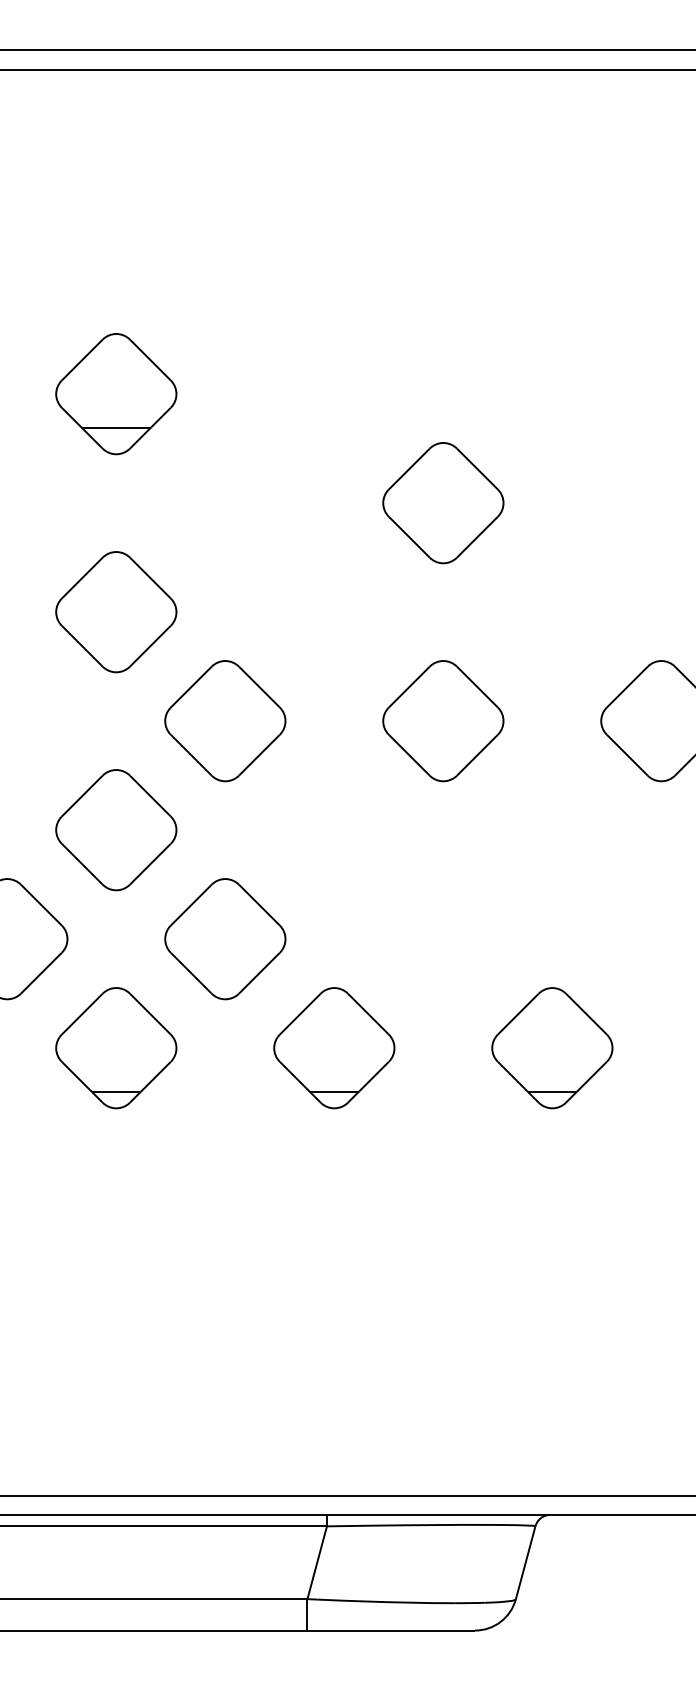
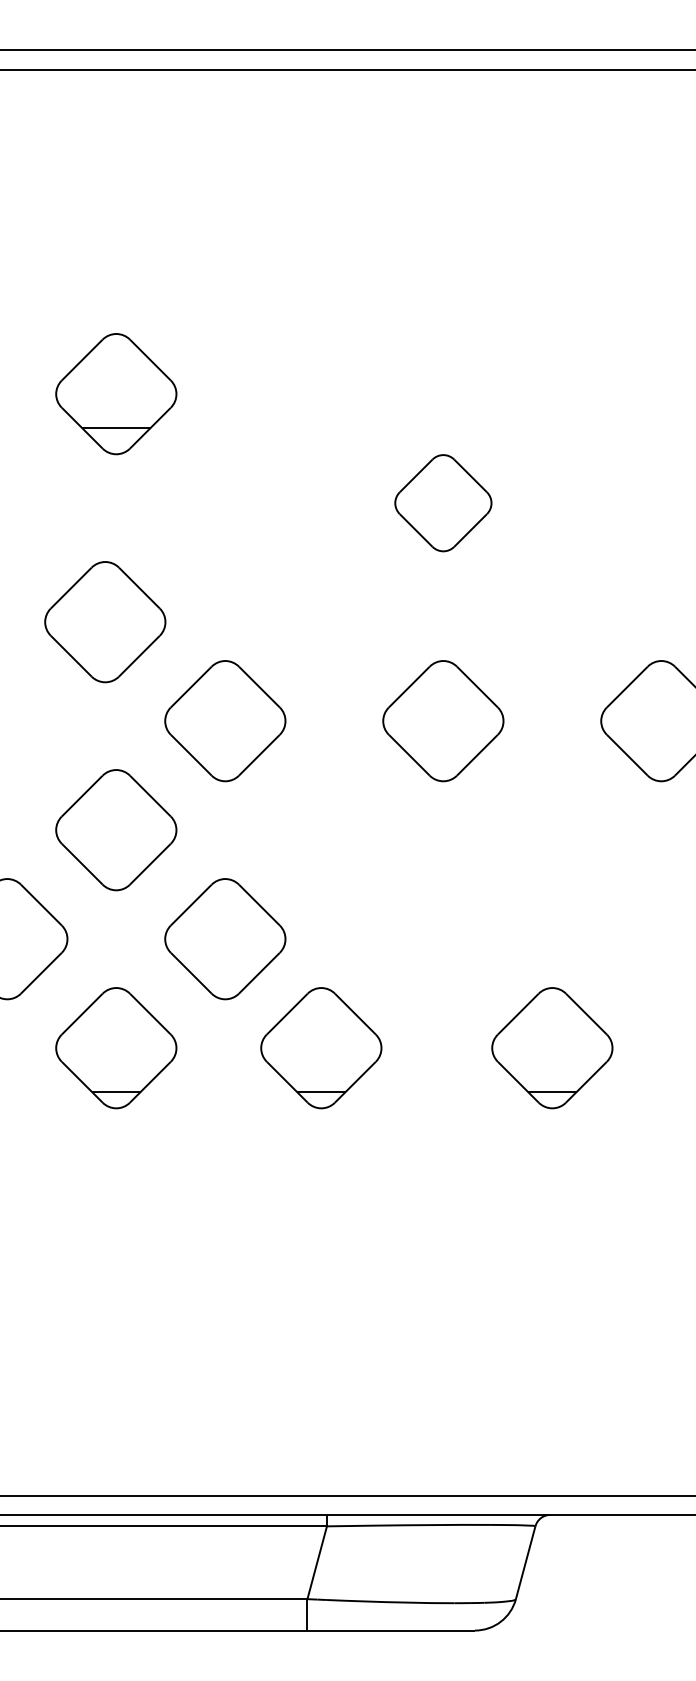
part at (443, 503) size: 123x123 px -> 99x99 px
part at (116, 612) position: (116, 612) -> (105, 622)
part at (334, 1048) position: (334, 1048) -> (321, 1048)
